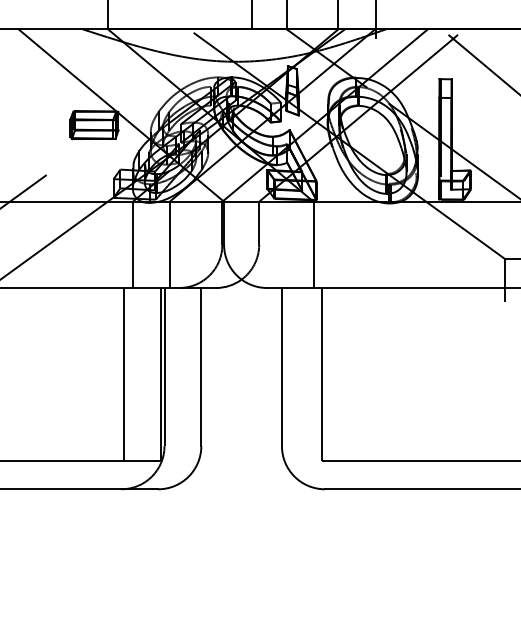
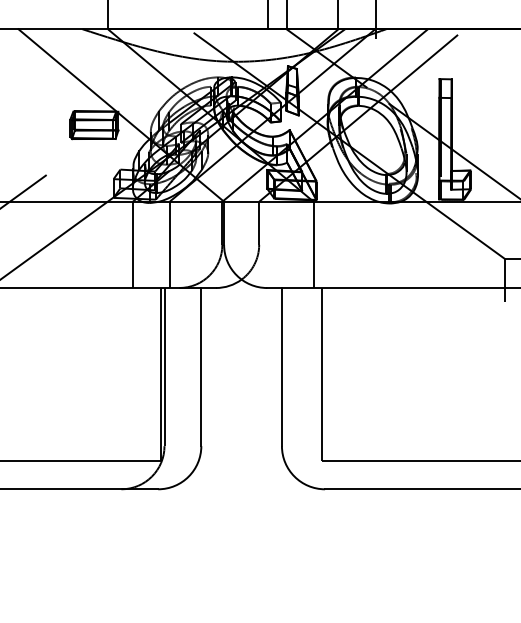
line at (251, 15) position: (251, 15) -> (267, 15)
line at (482, 63): present -> none
line at (124, 374): present -> none
